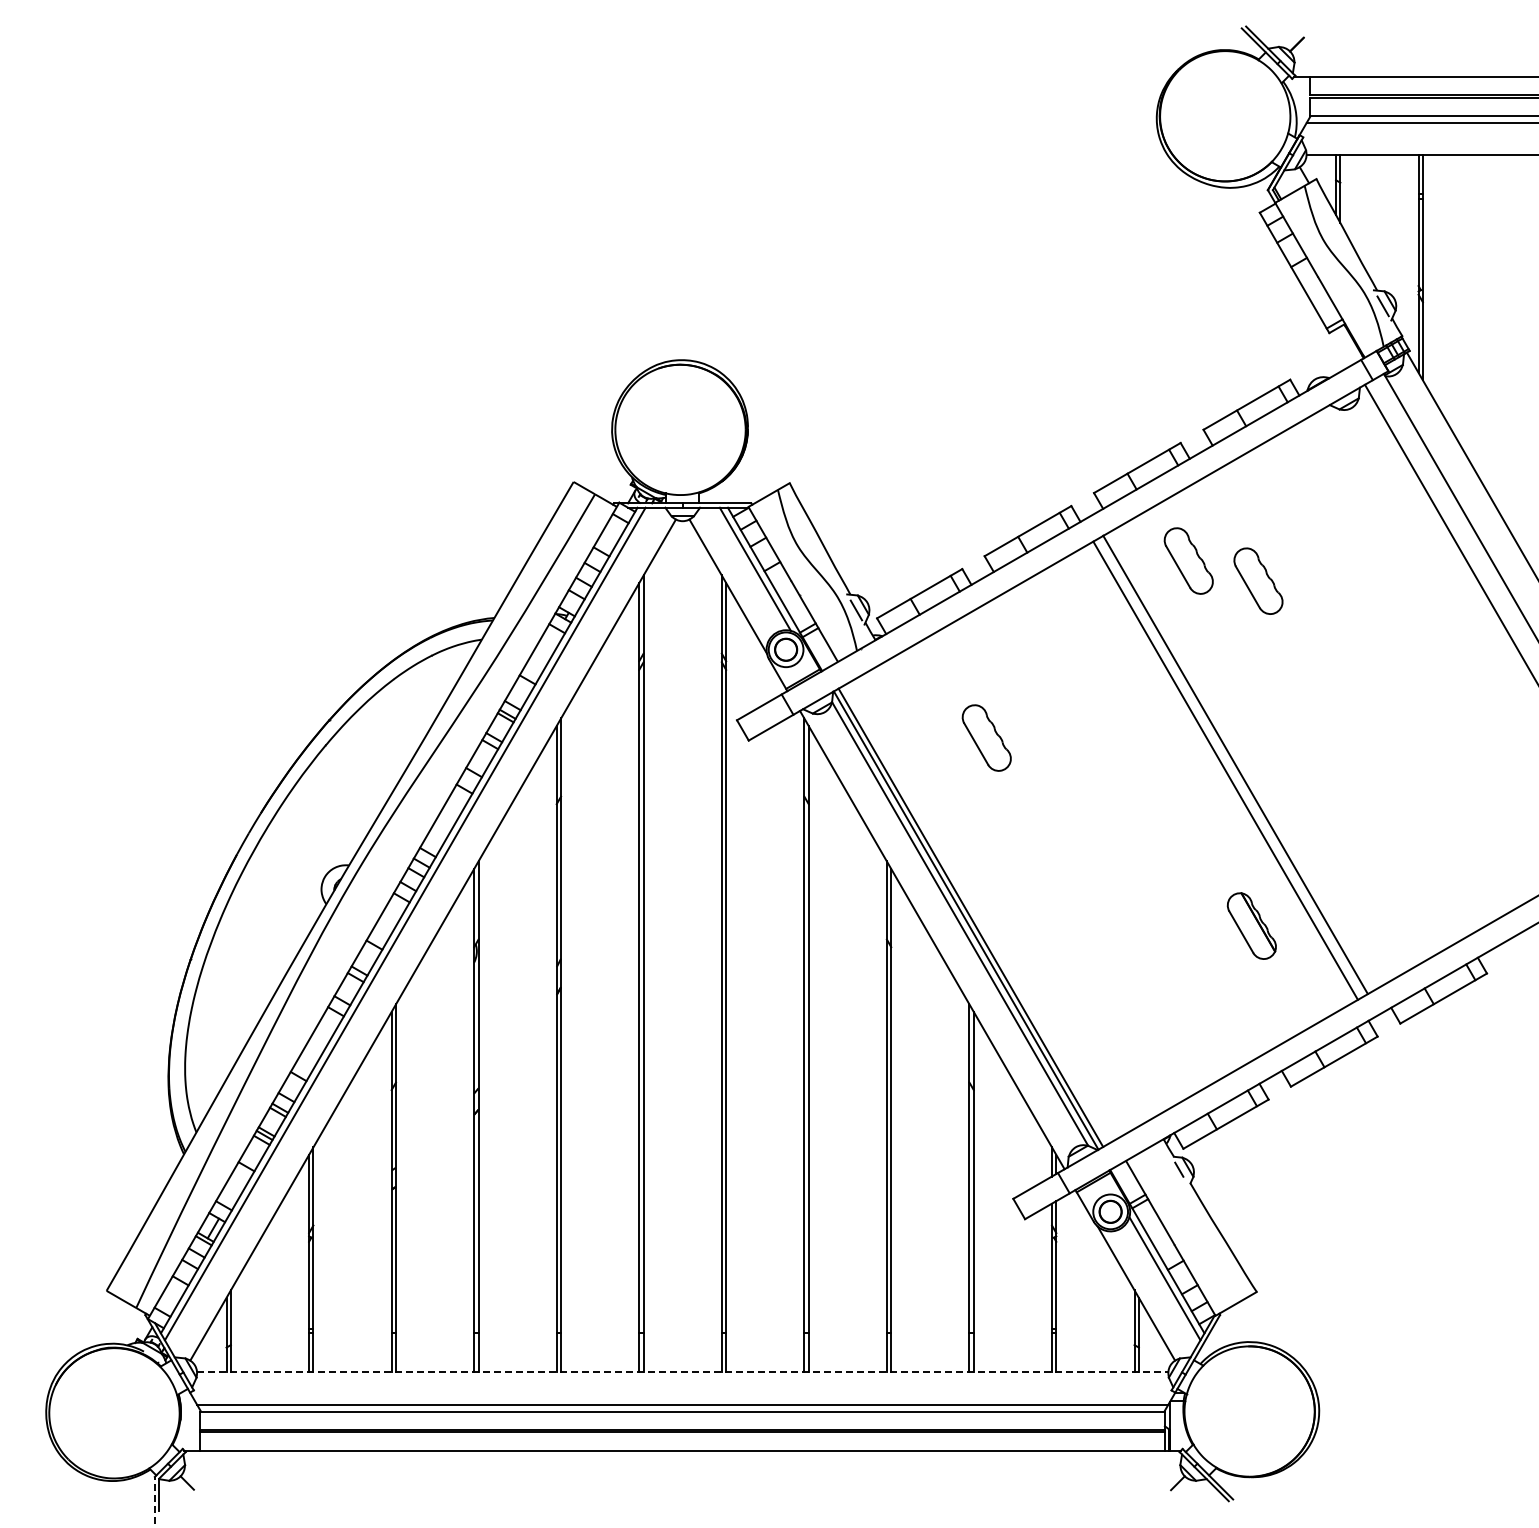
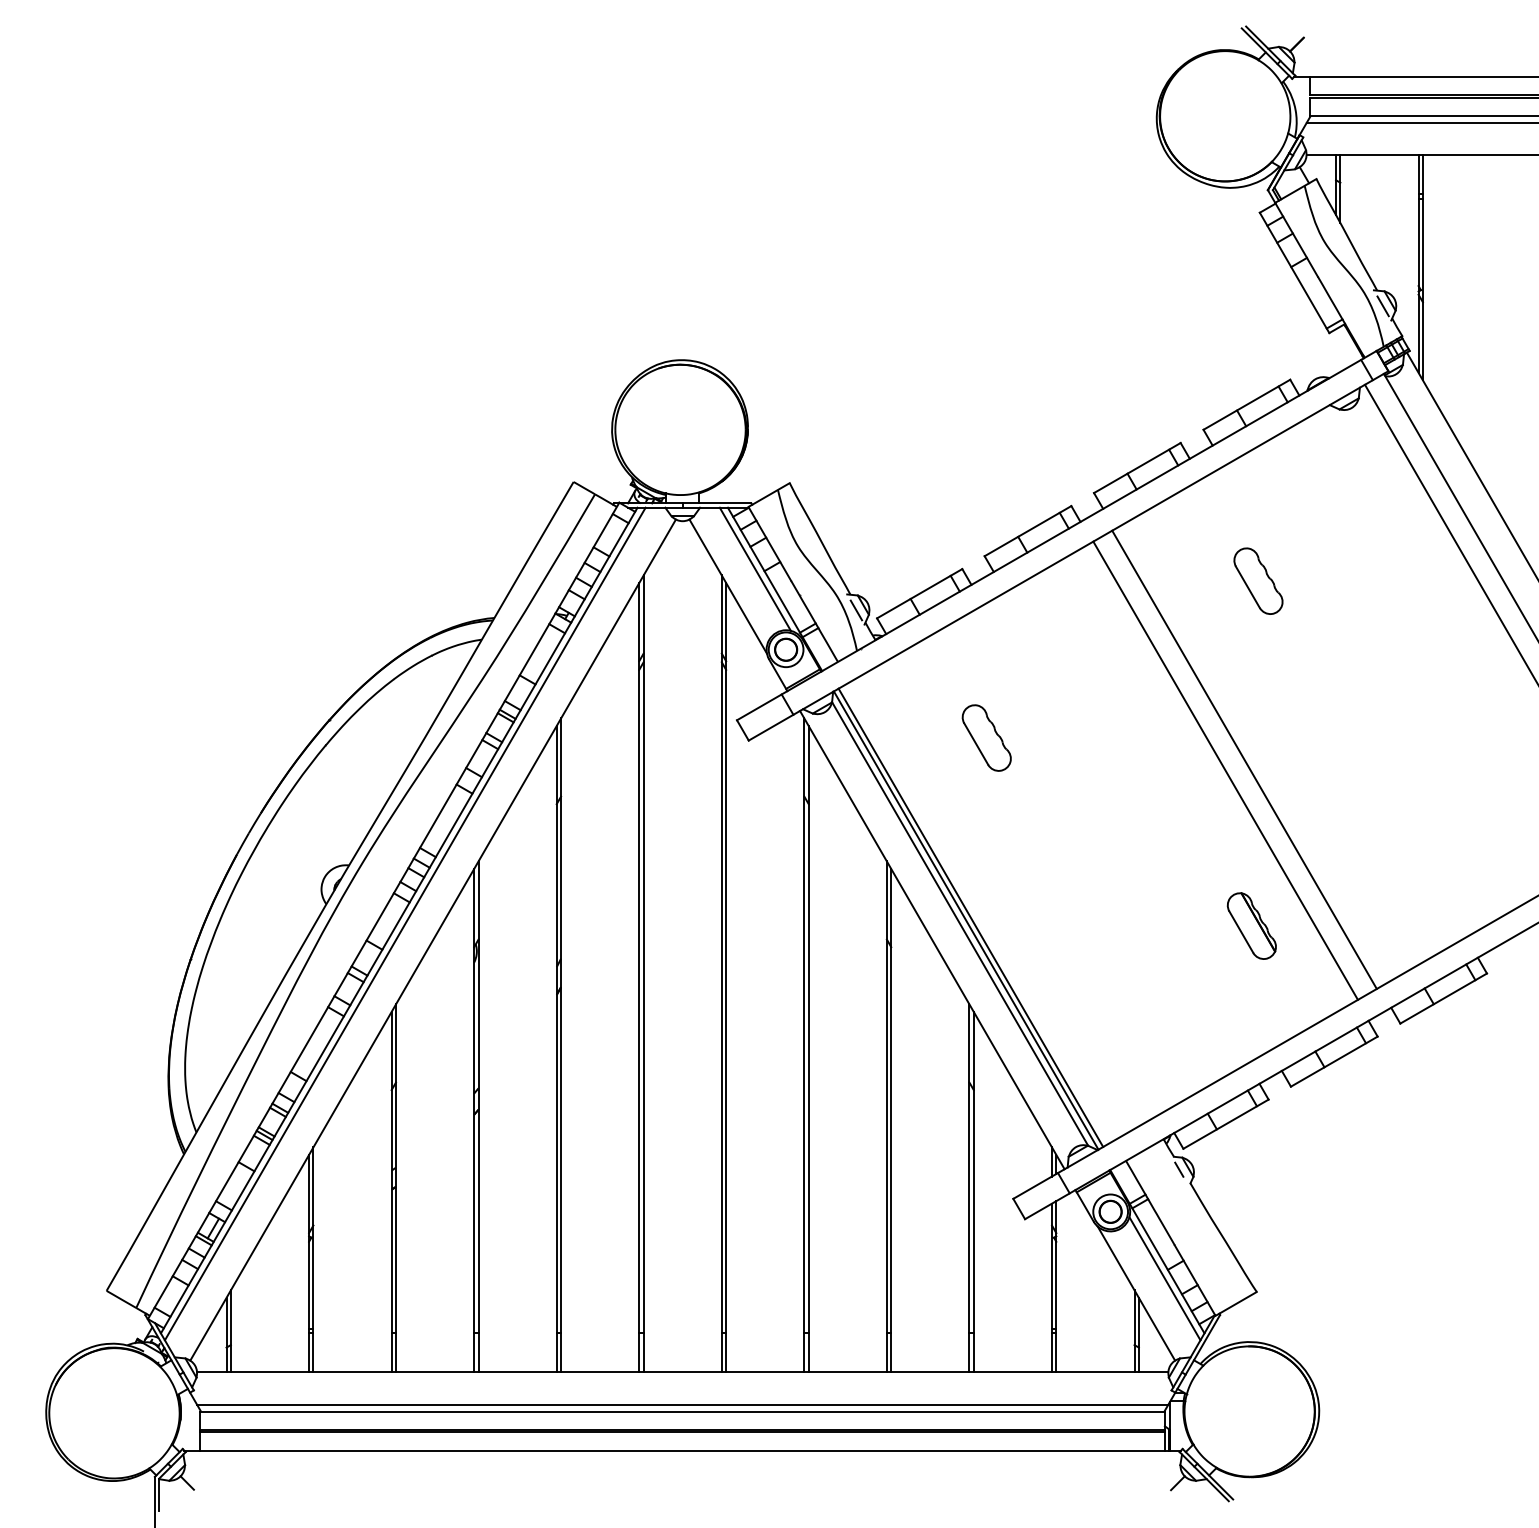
part at (1188, 560): present -> none
line at (1235, 764) position: (1235, 764) -> (1244, 759)
line at (682, 1372): dashed -> solid
line at (154, 1501): dashed -> solid
